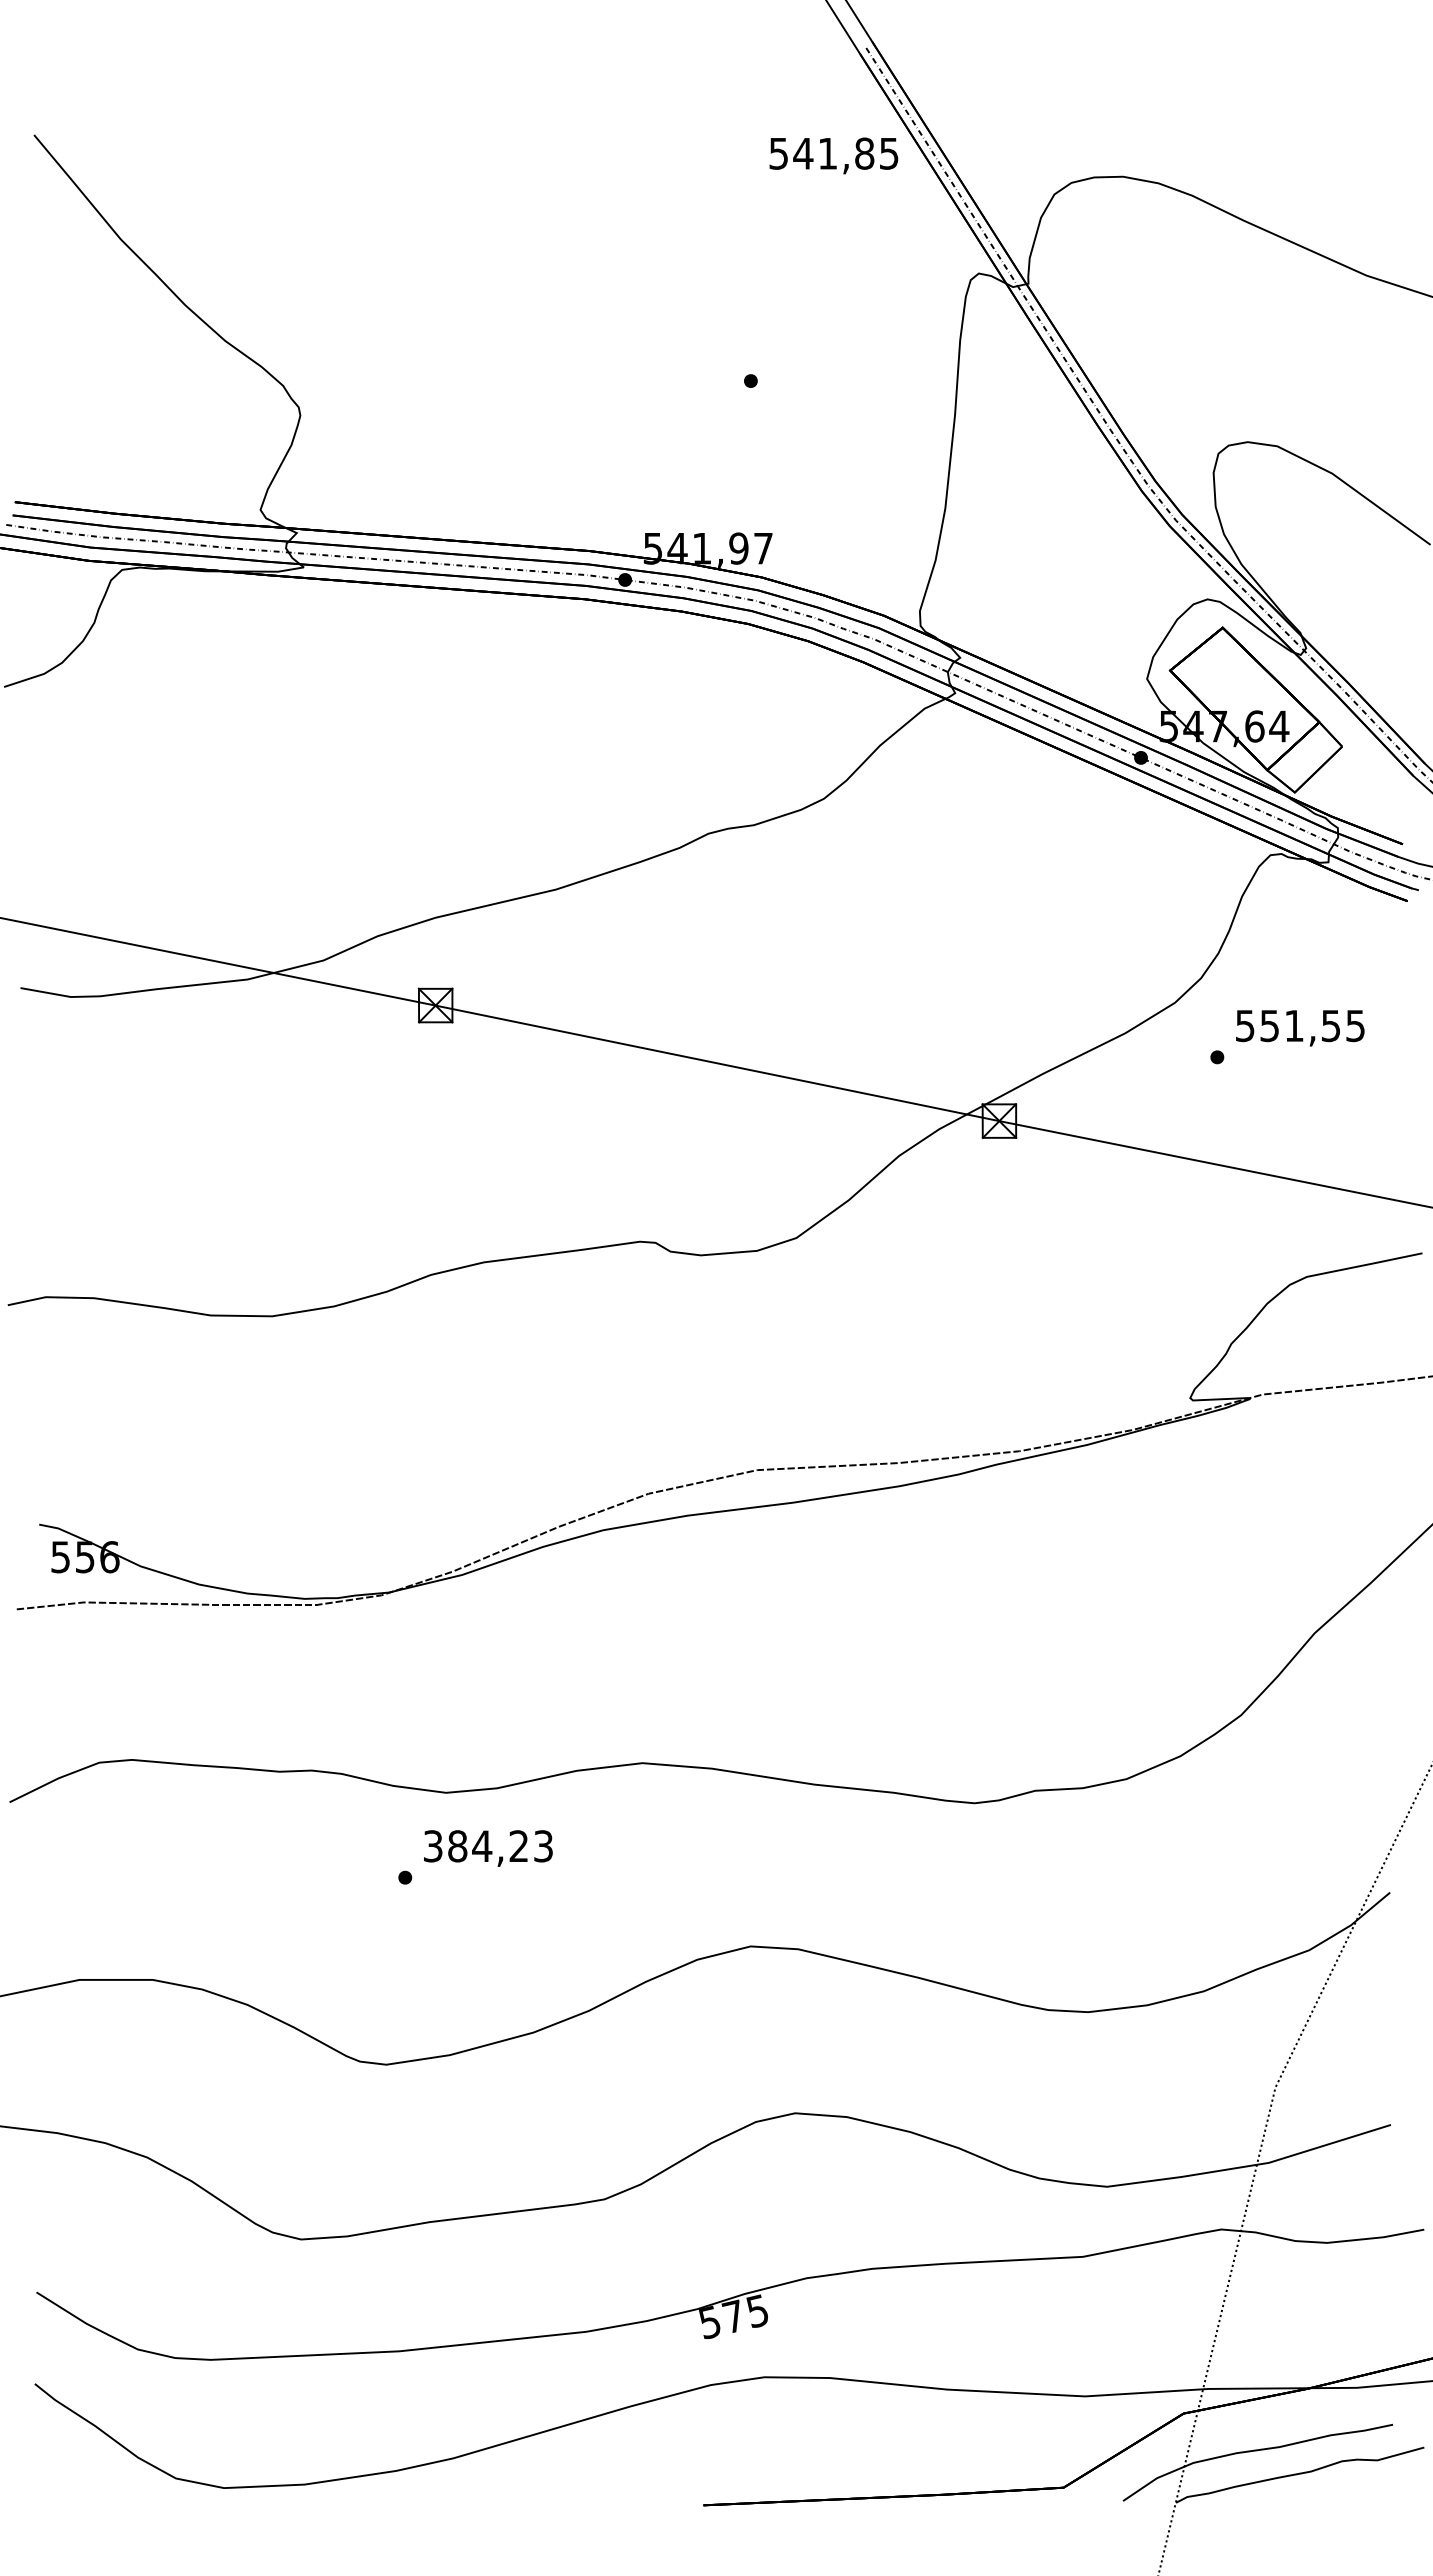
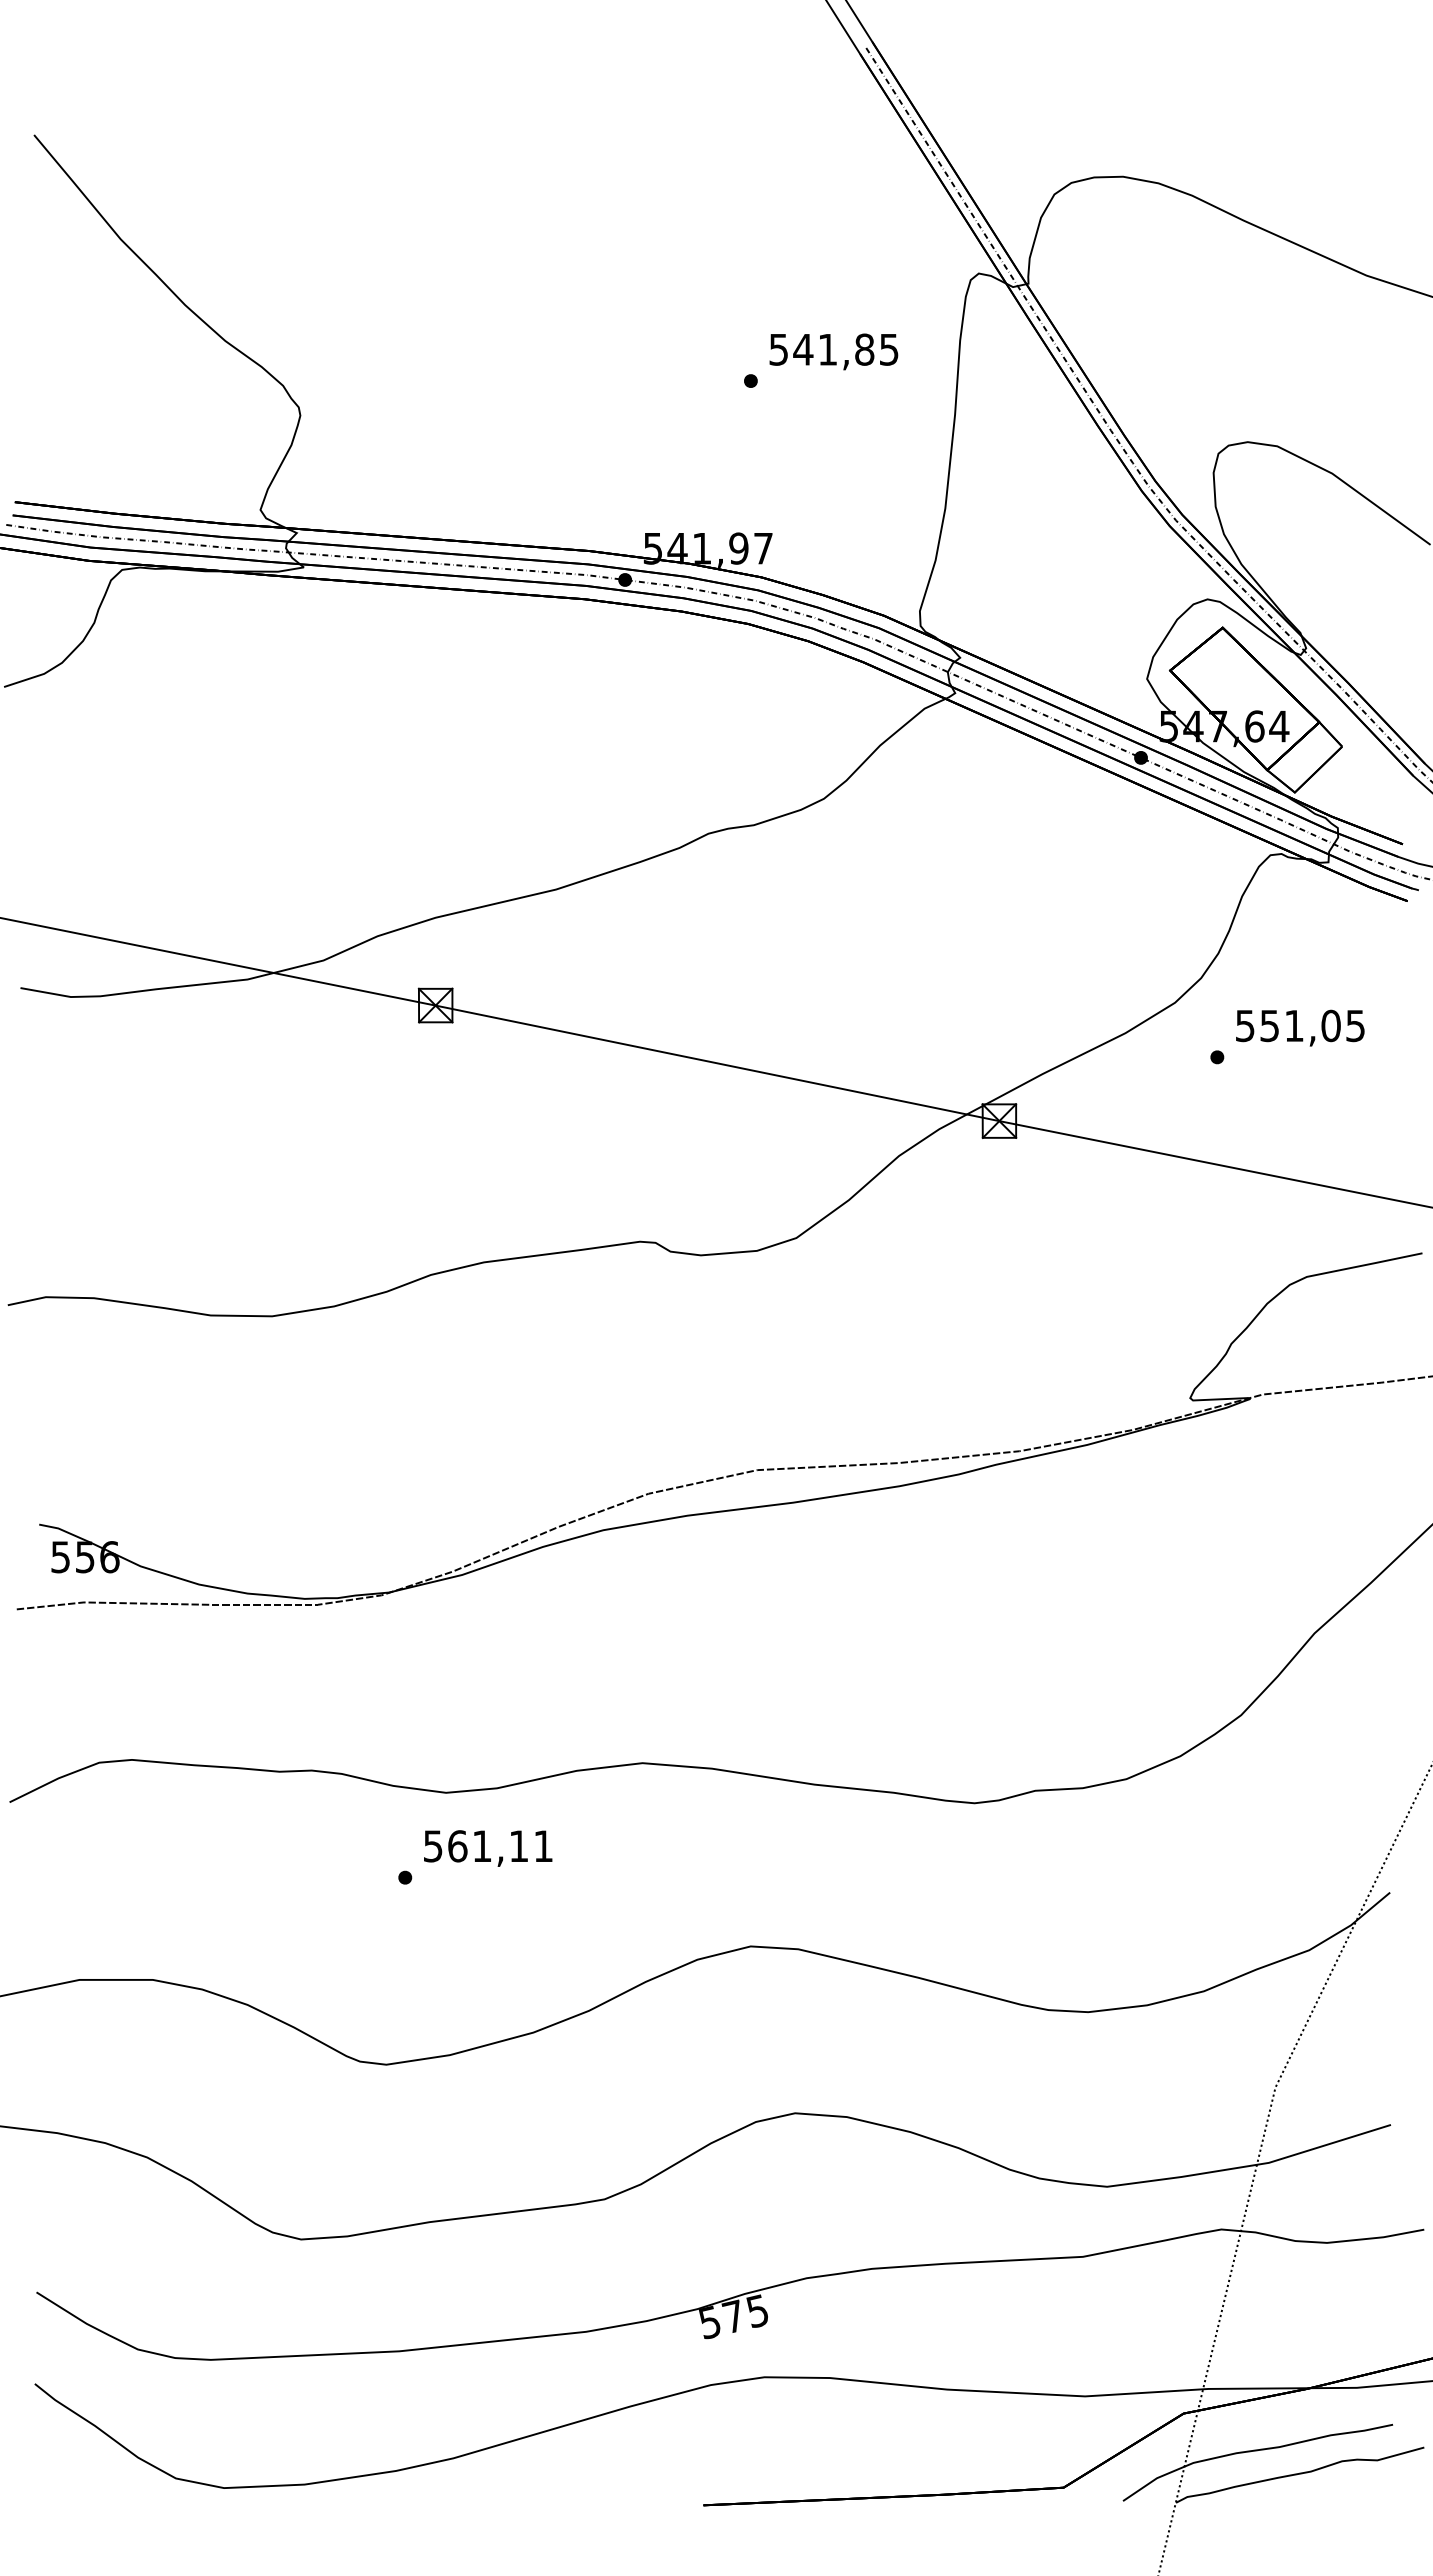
text at (833, 155) position: (833, 155) -> (833, 351)
text at (1330, 1025): 551,55 -> 551,05
text at (488, 1846): 384,23 -> 561,11
